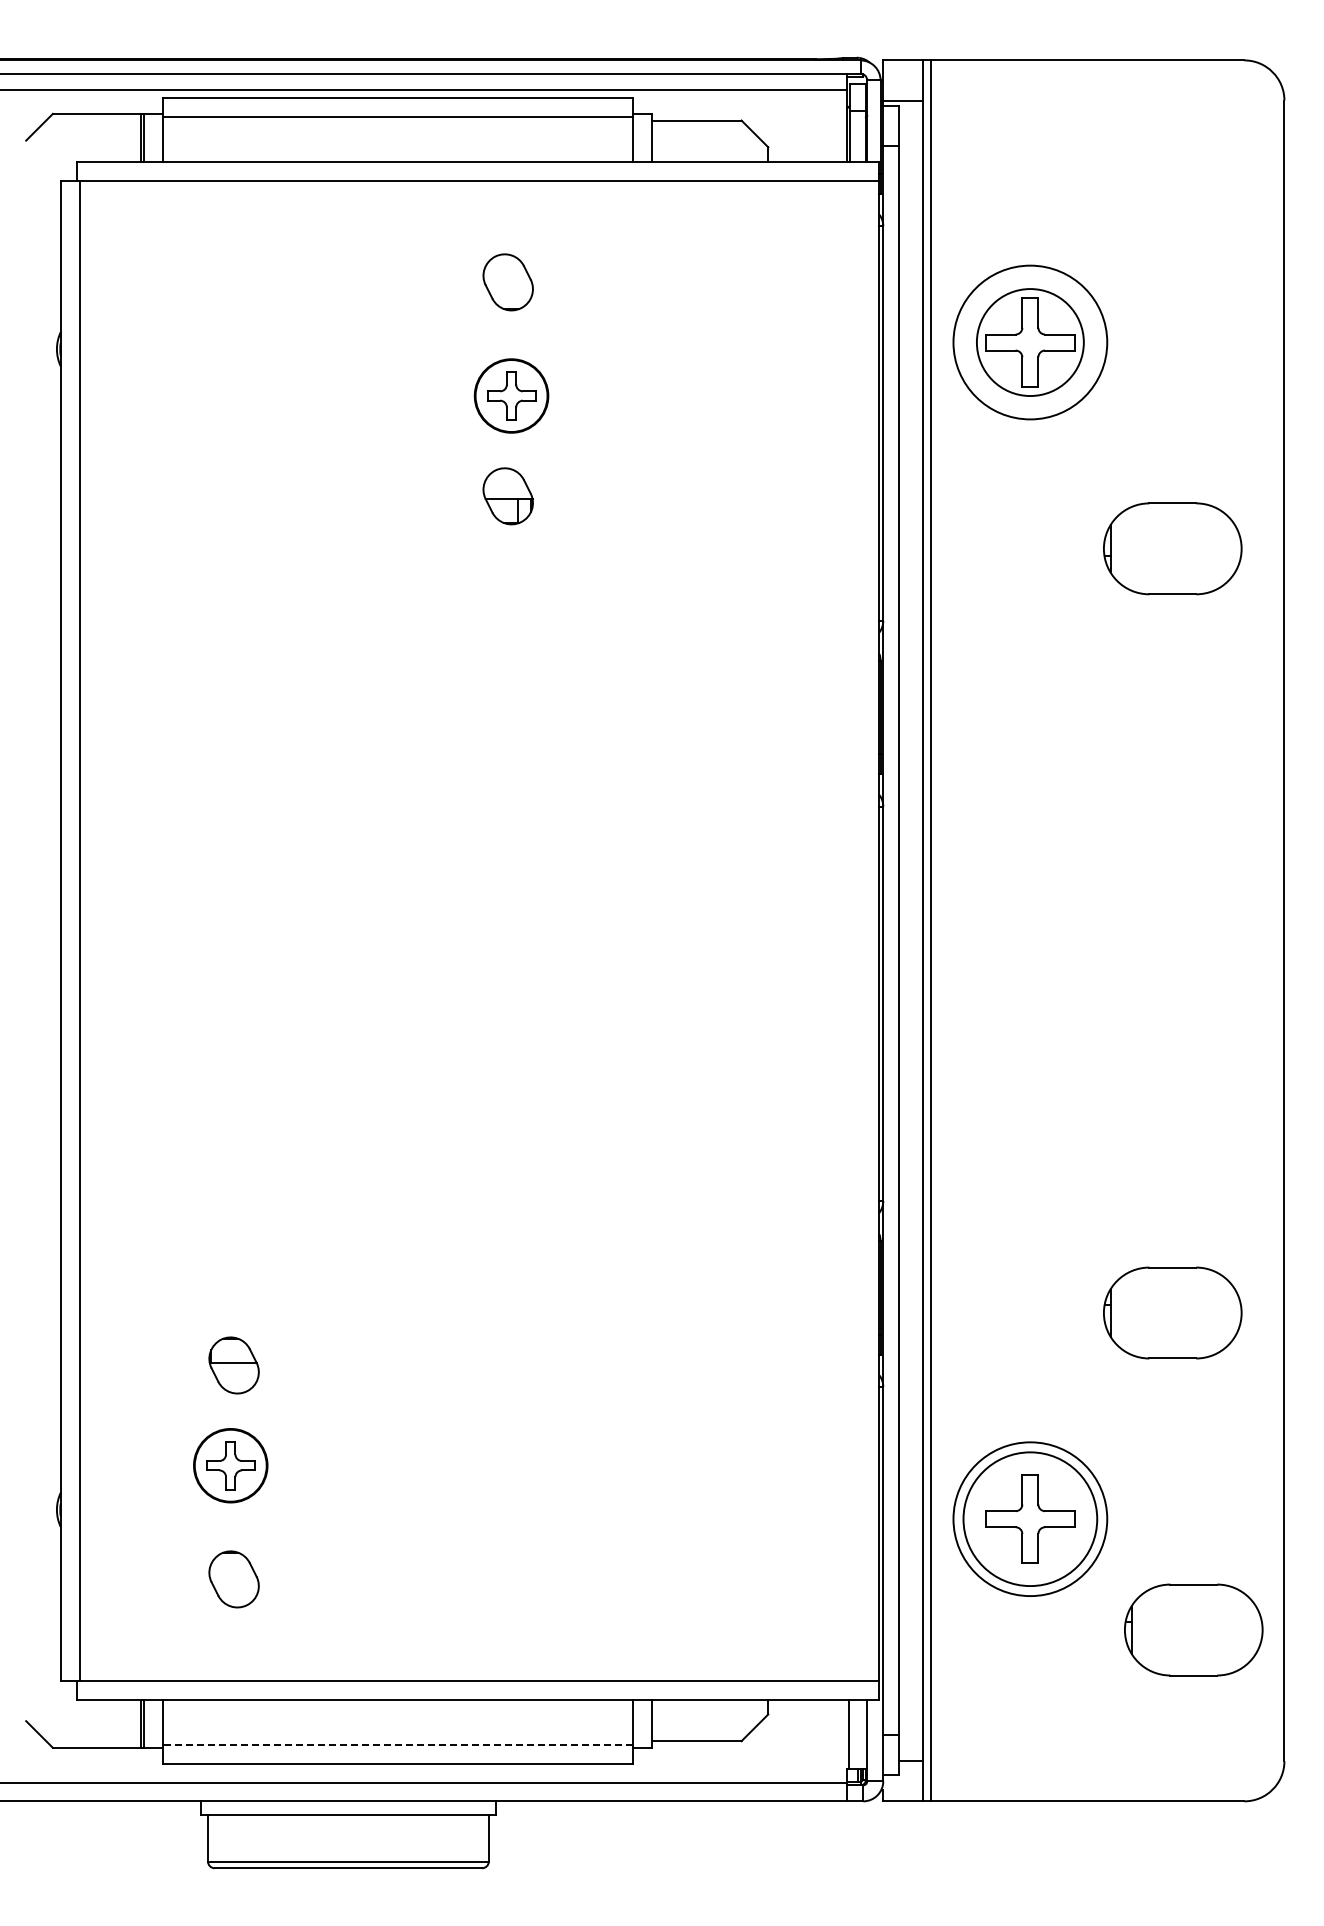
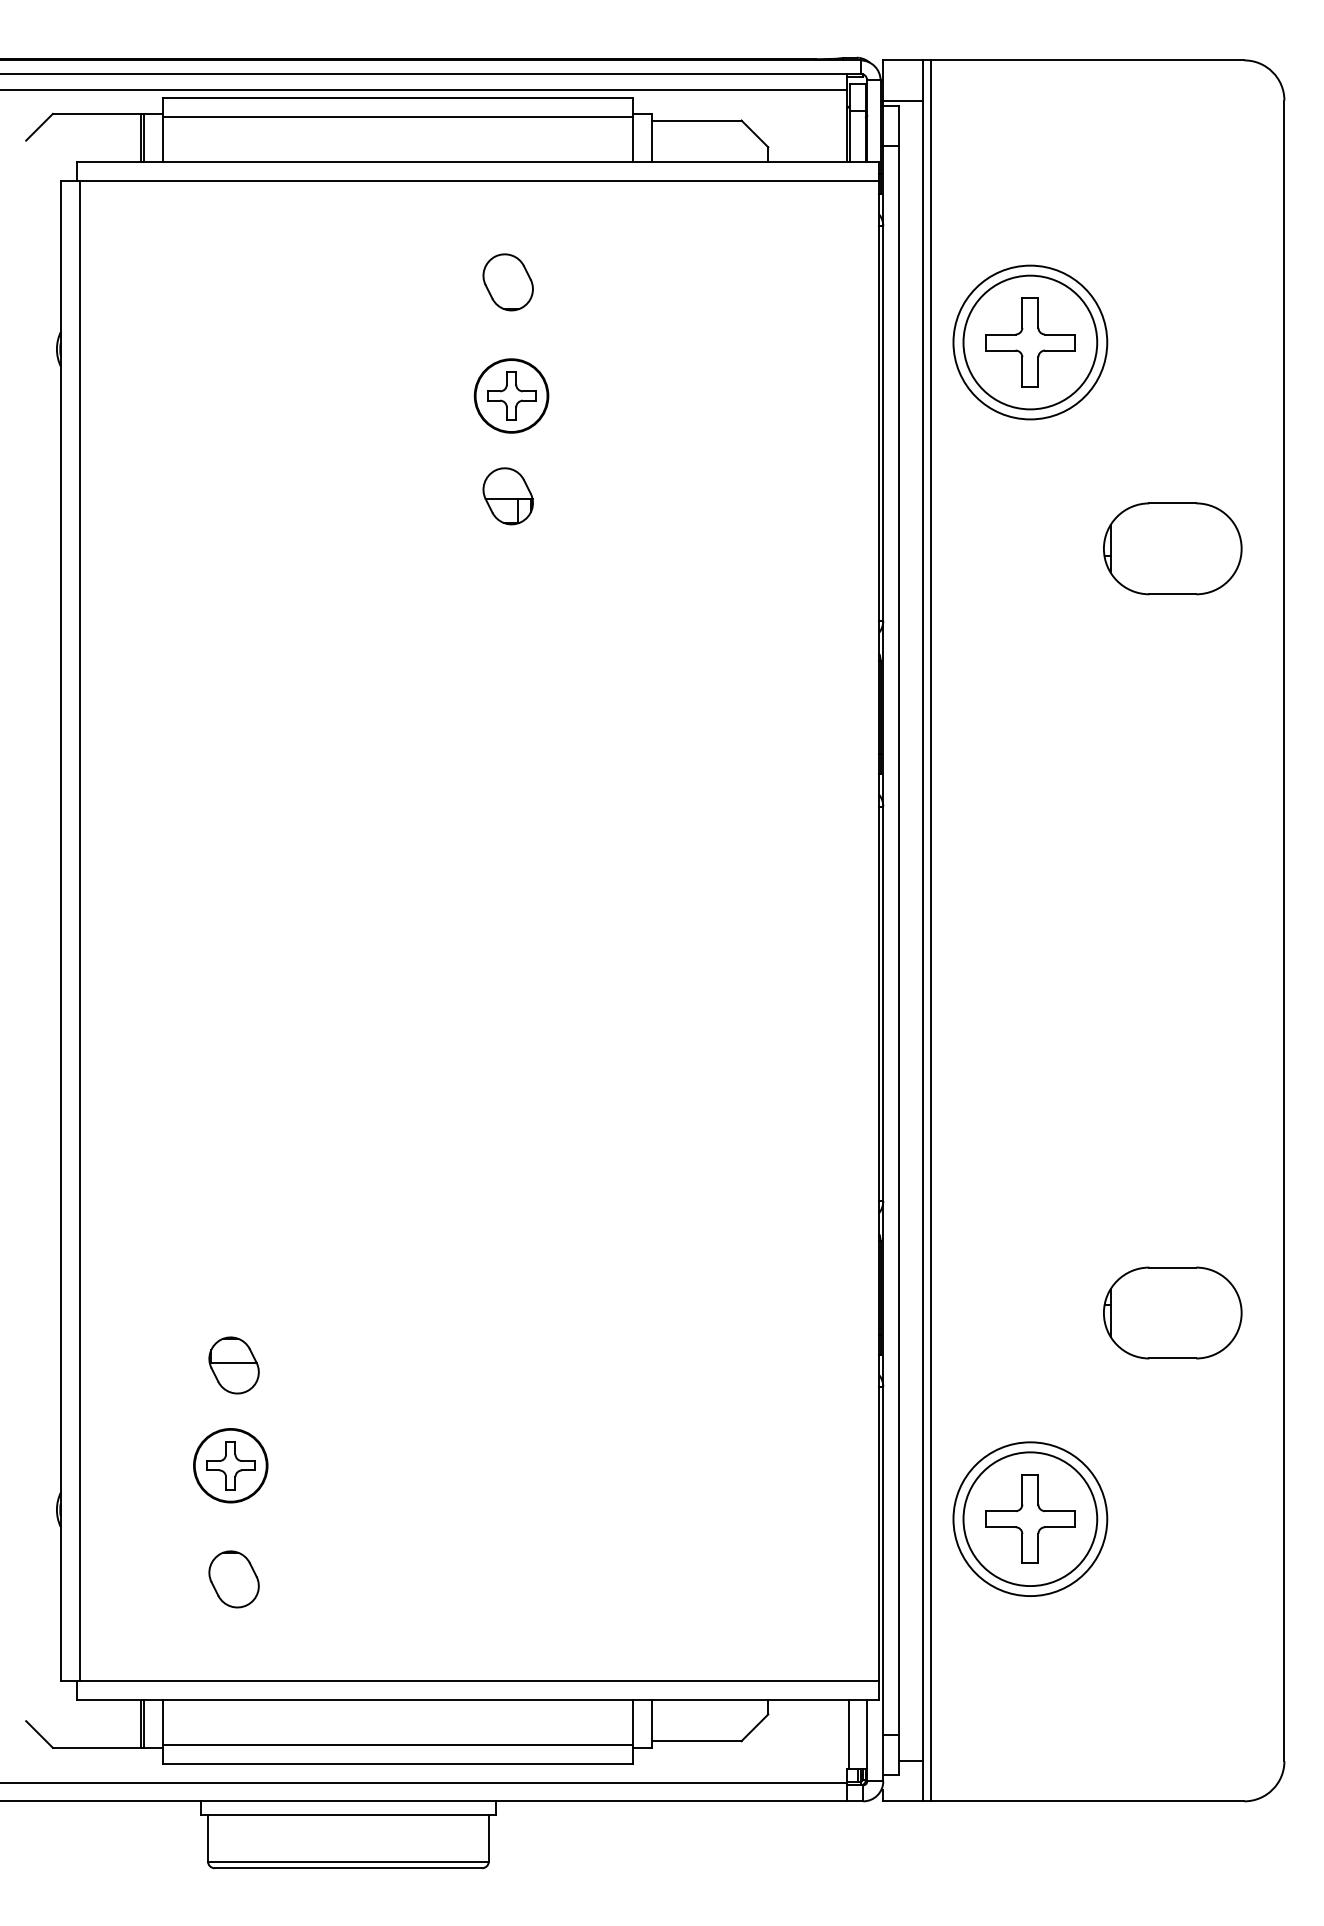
circle at (1029, 342) diameter: 107 px -> 134 px
part at (1193, 1629): present -> none
line at (397, 1745): dashed -> solid
